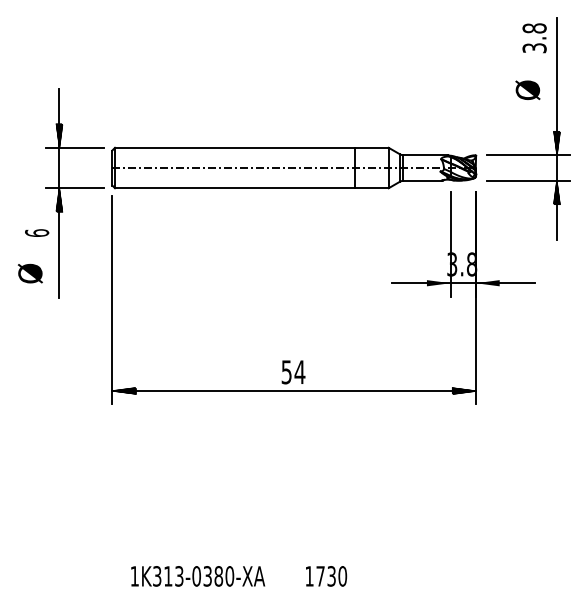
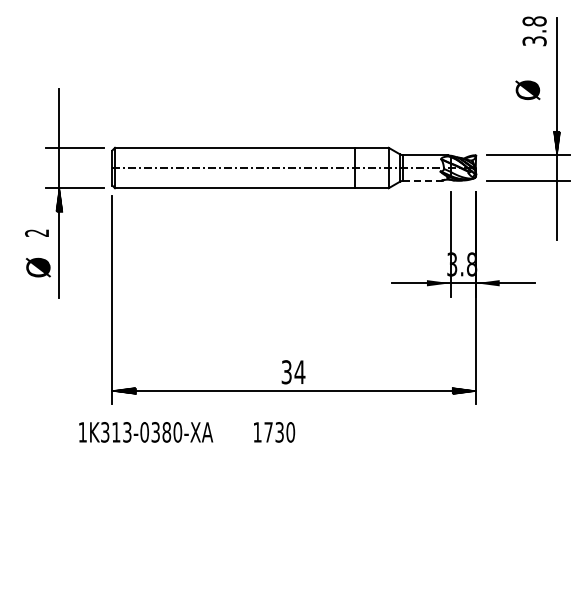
text at (534, 38) position: (534, 38) -> (534, 31)
hatch at (59, 135): present -> none
line at (422, 180): solid -> dashed
hatch at (556, 192): present -> none
text at (37, 232): 6 -> 2
text at (29, 273) position: (29, 273) -> (37, 267)
text at (286, 371): 54 -> 34
text at (239, 576) position: (239, 576) -> (187, 432)
